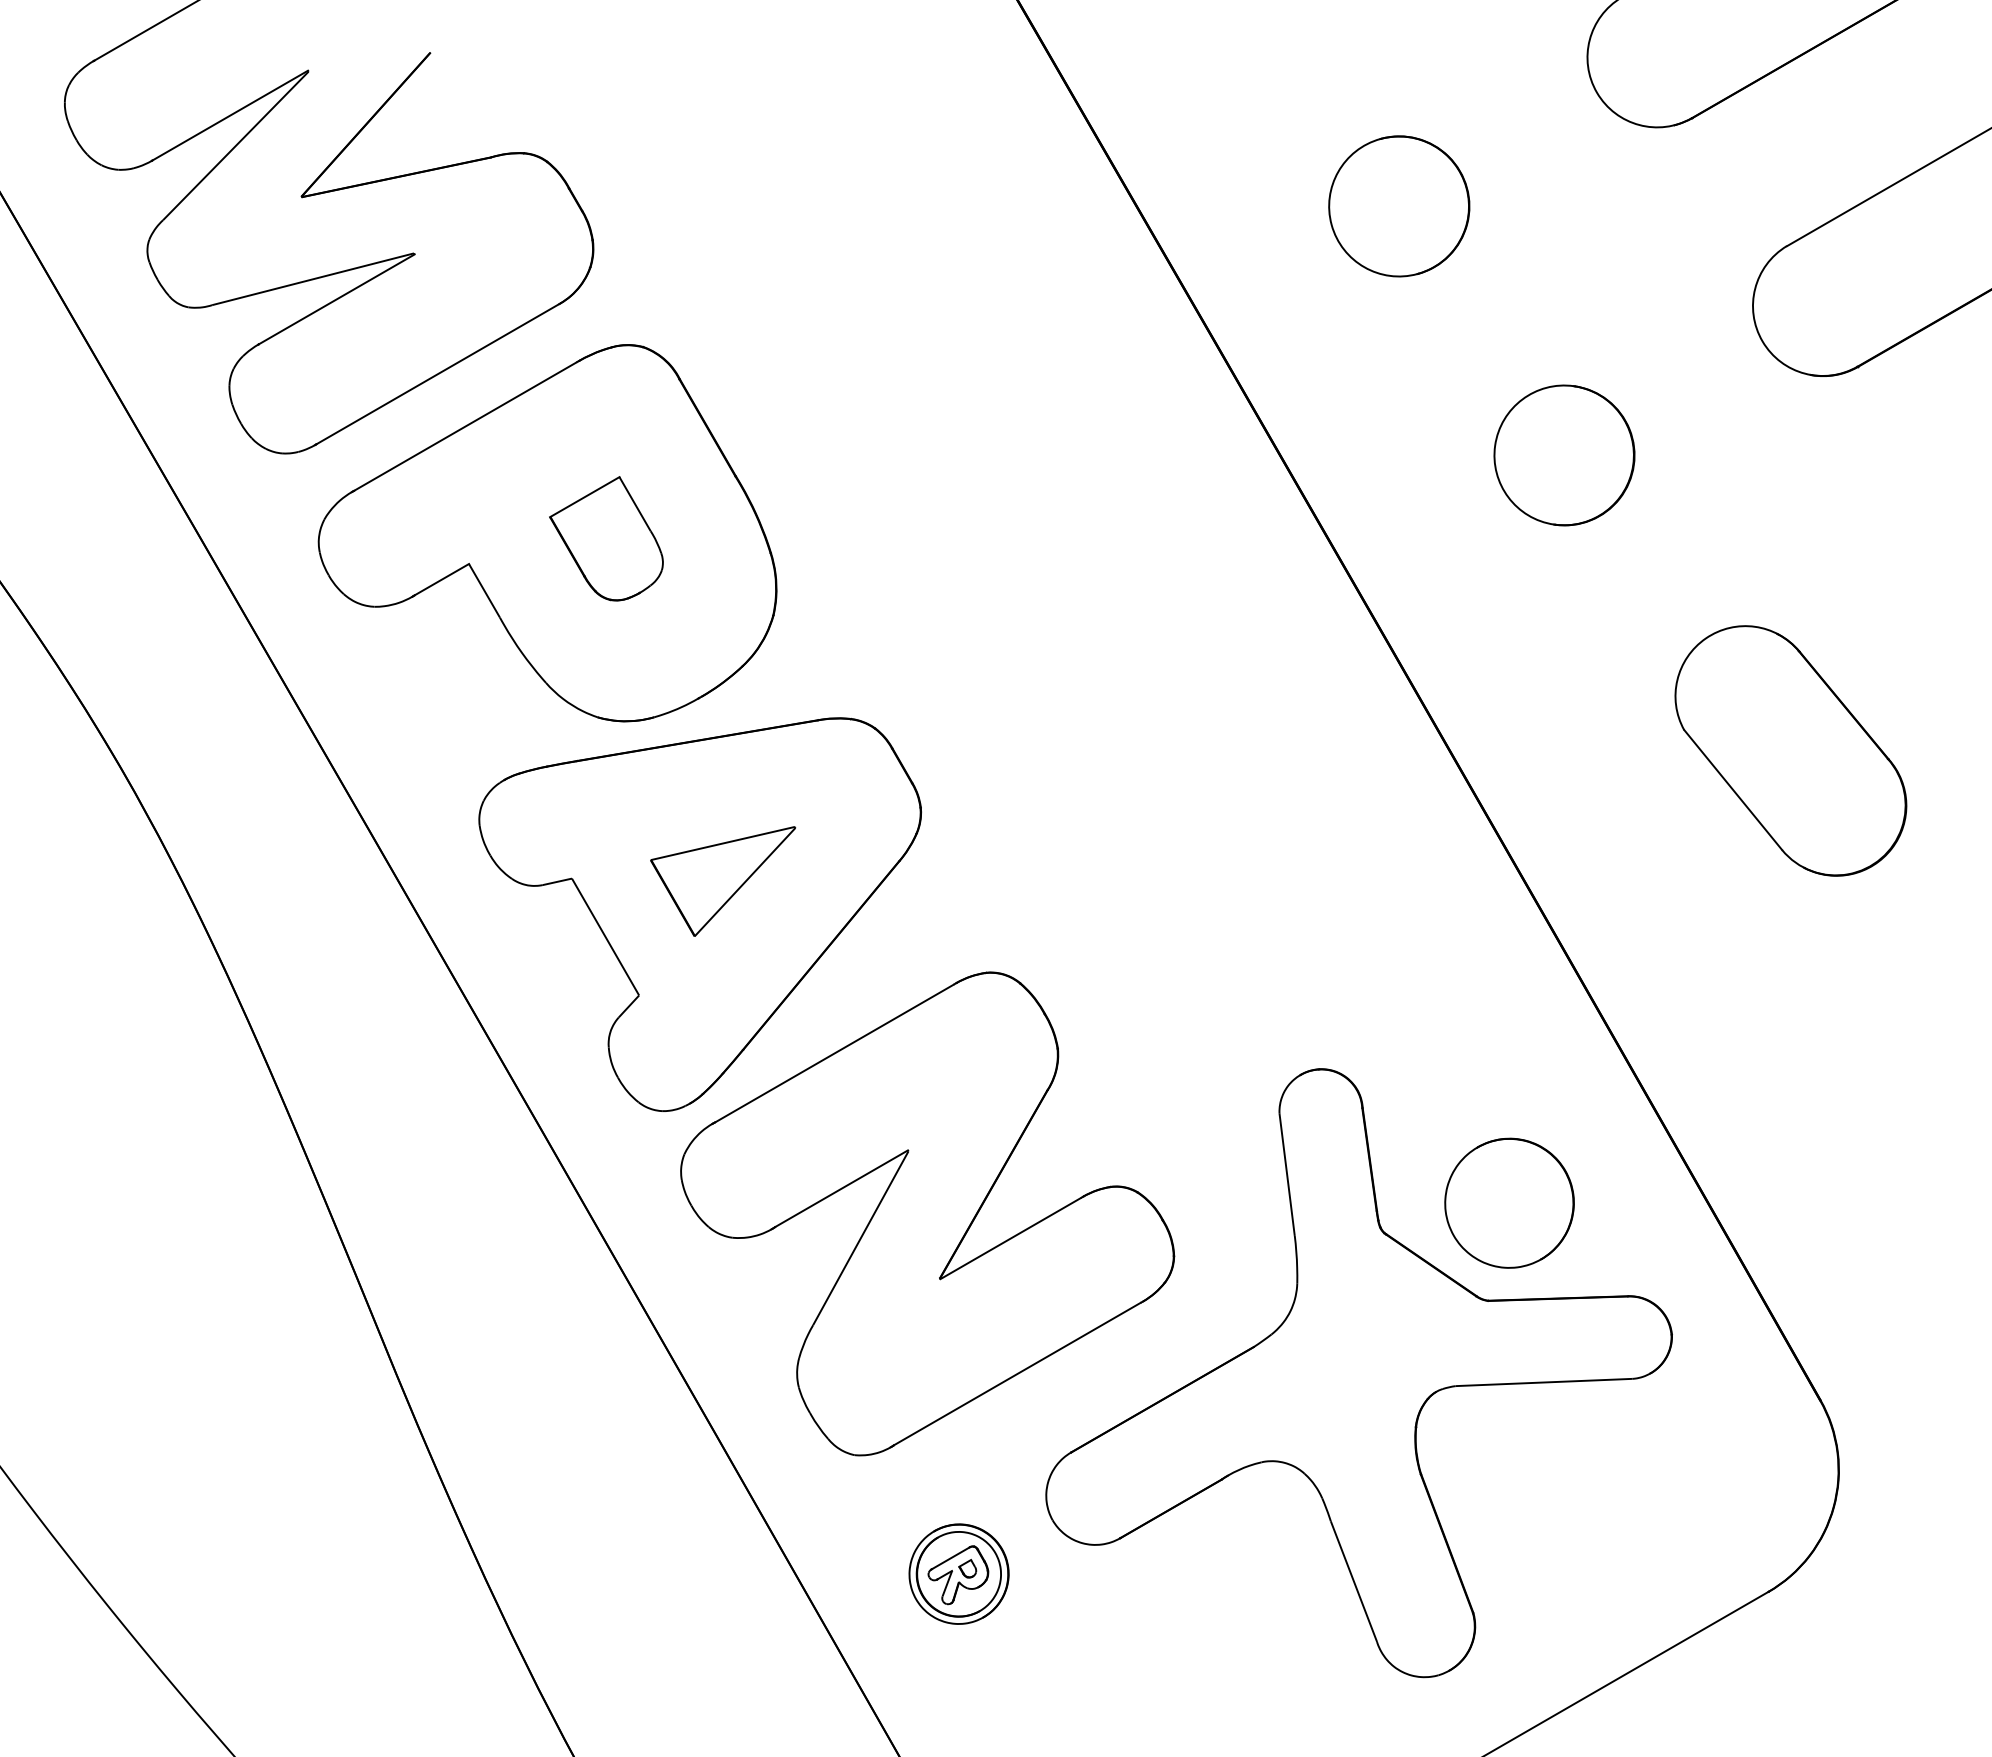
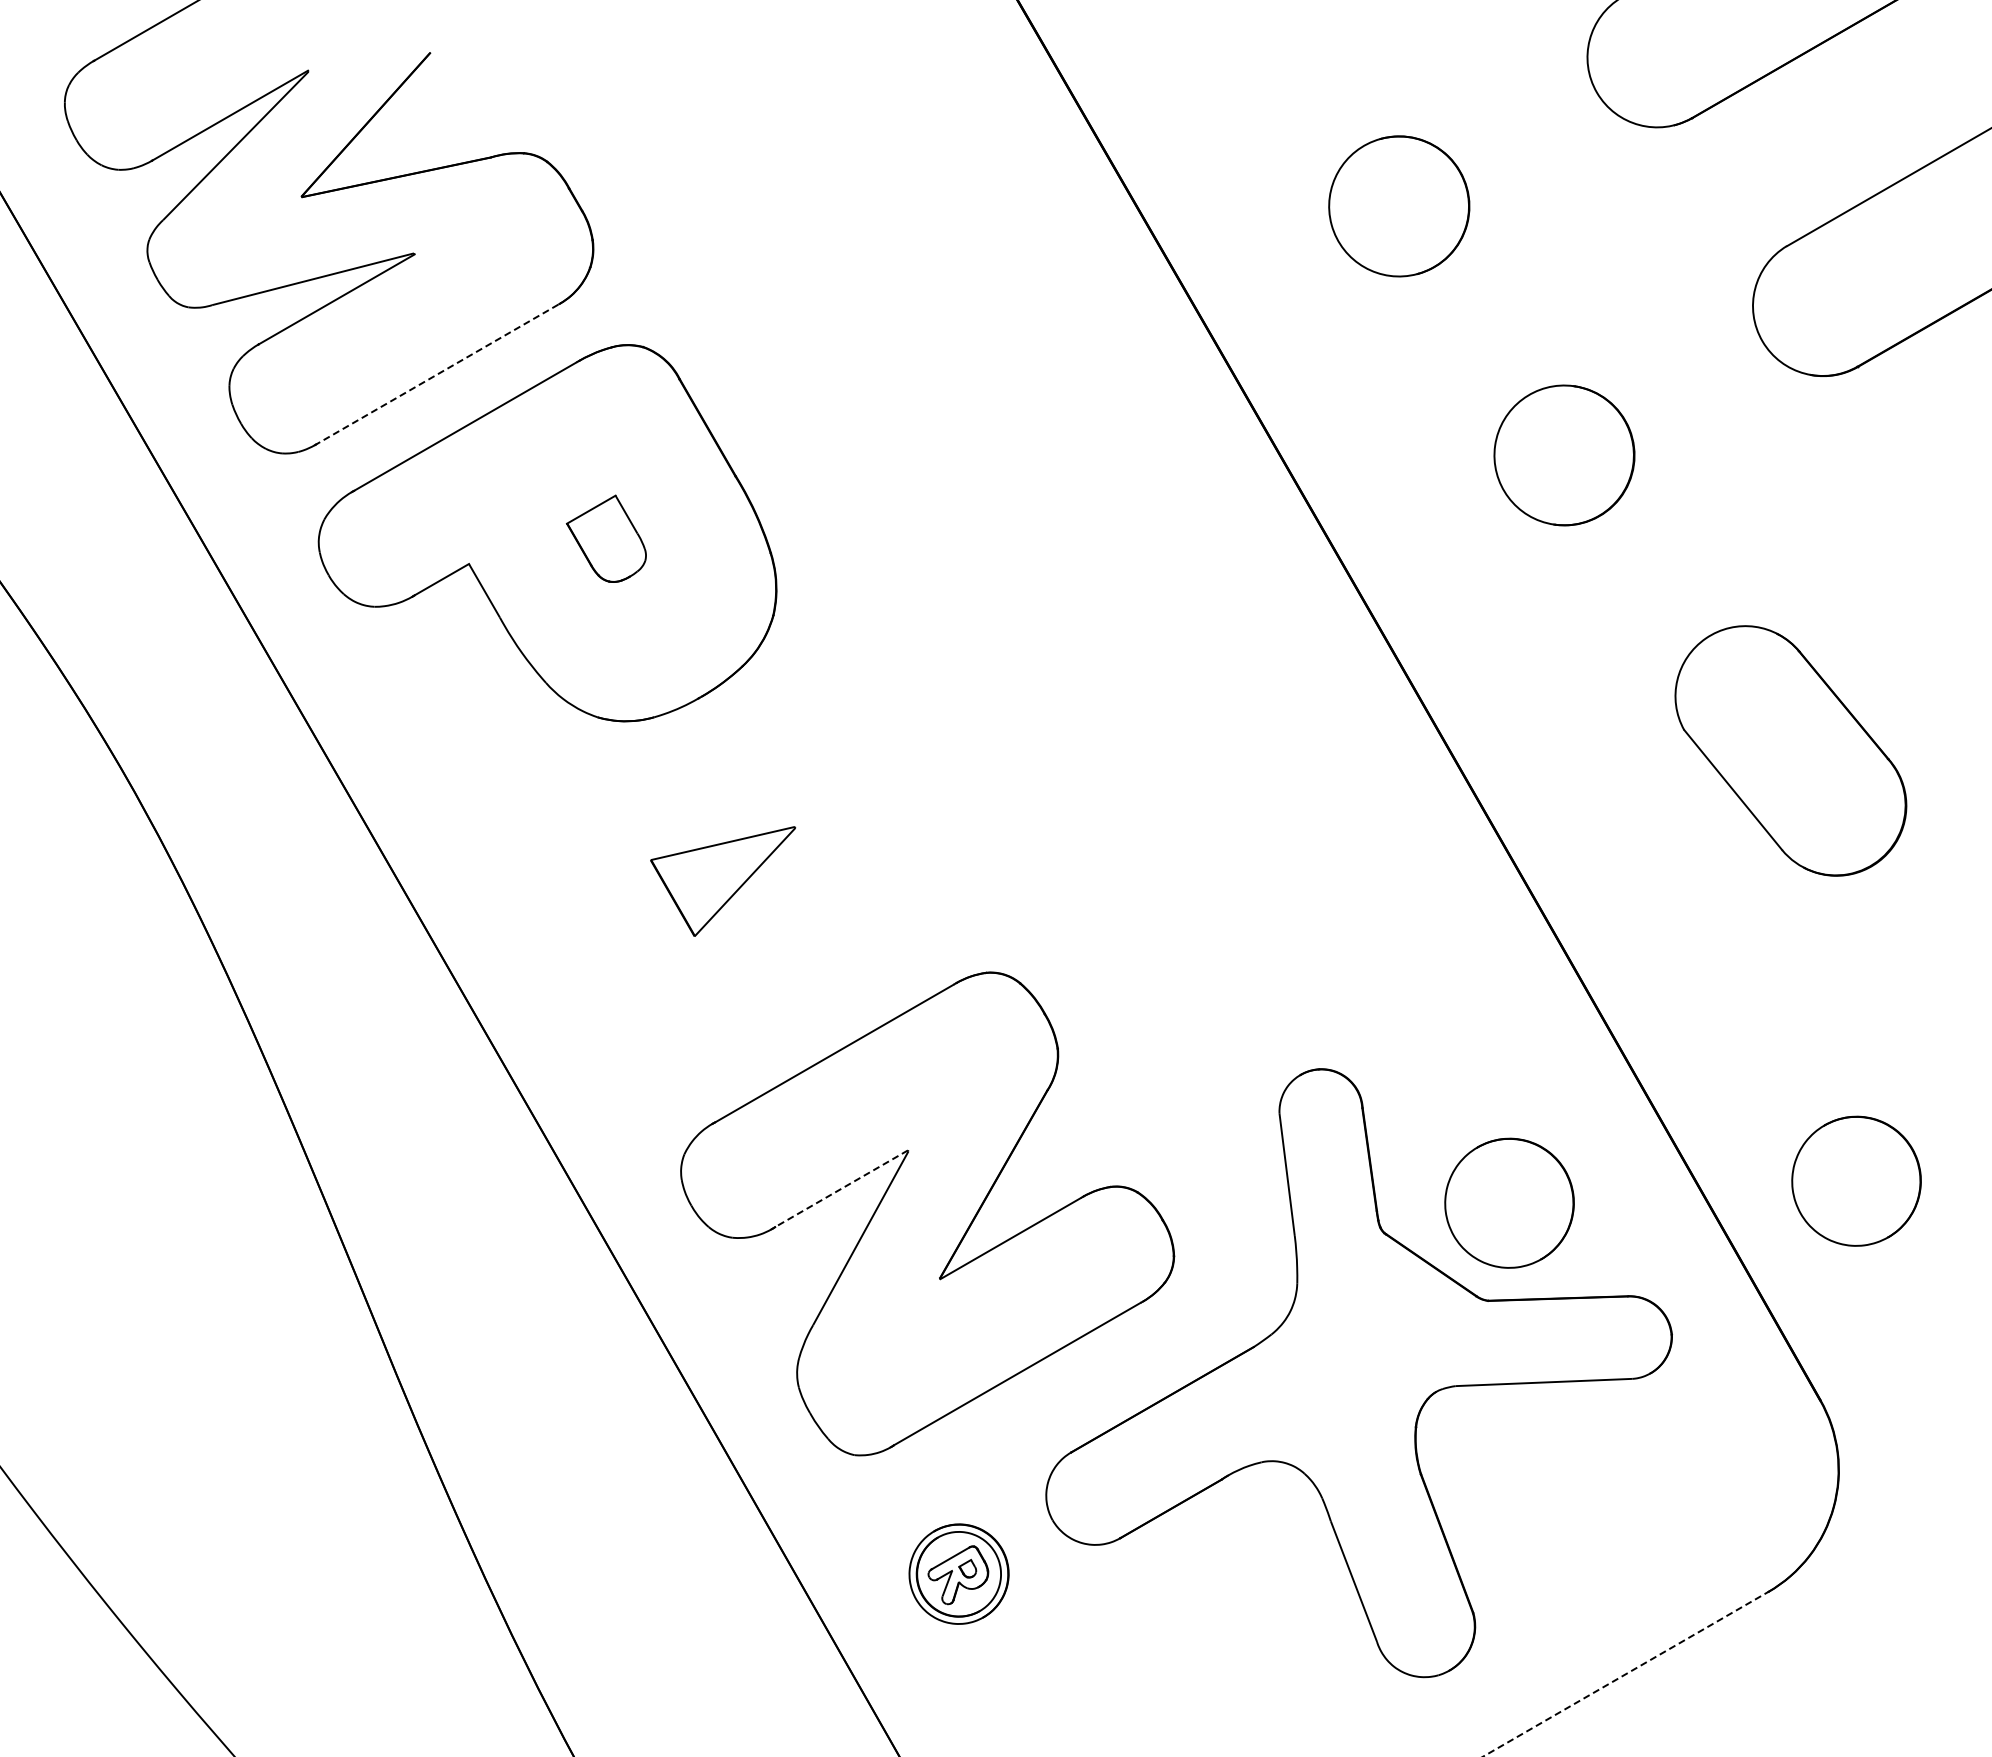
line at (437, 374): solid -> dashed
part at (606, 538) size: 115x126 px -> 81x89 px
part at (699, 914): present -> none
part at (1856, 1180): none -> present
line at (841, 1188): solid -> dashed
line at (1625, 1674): solid -> dashed
